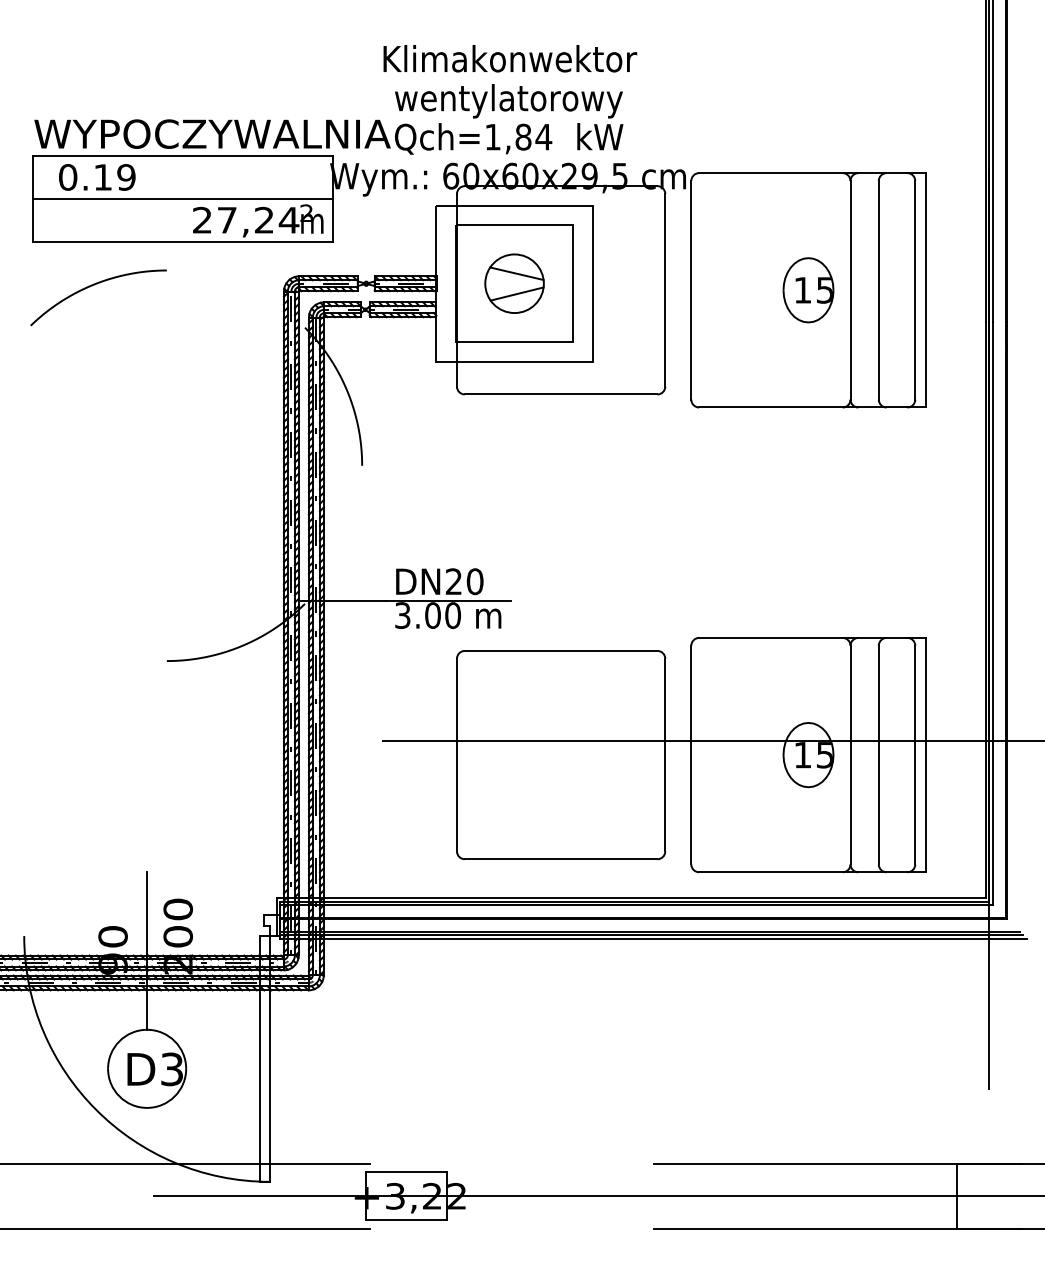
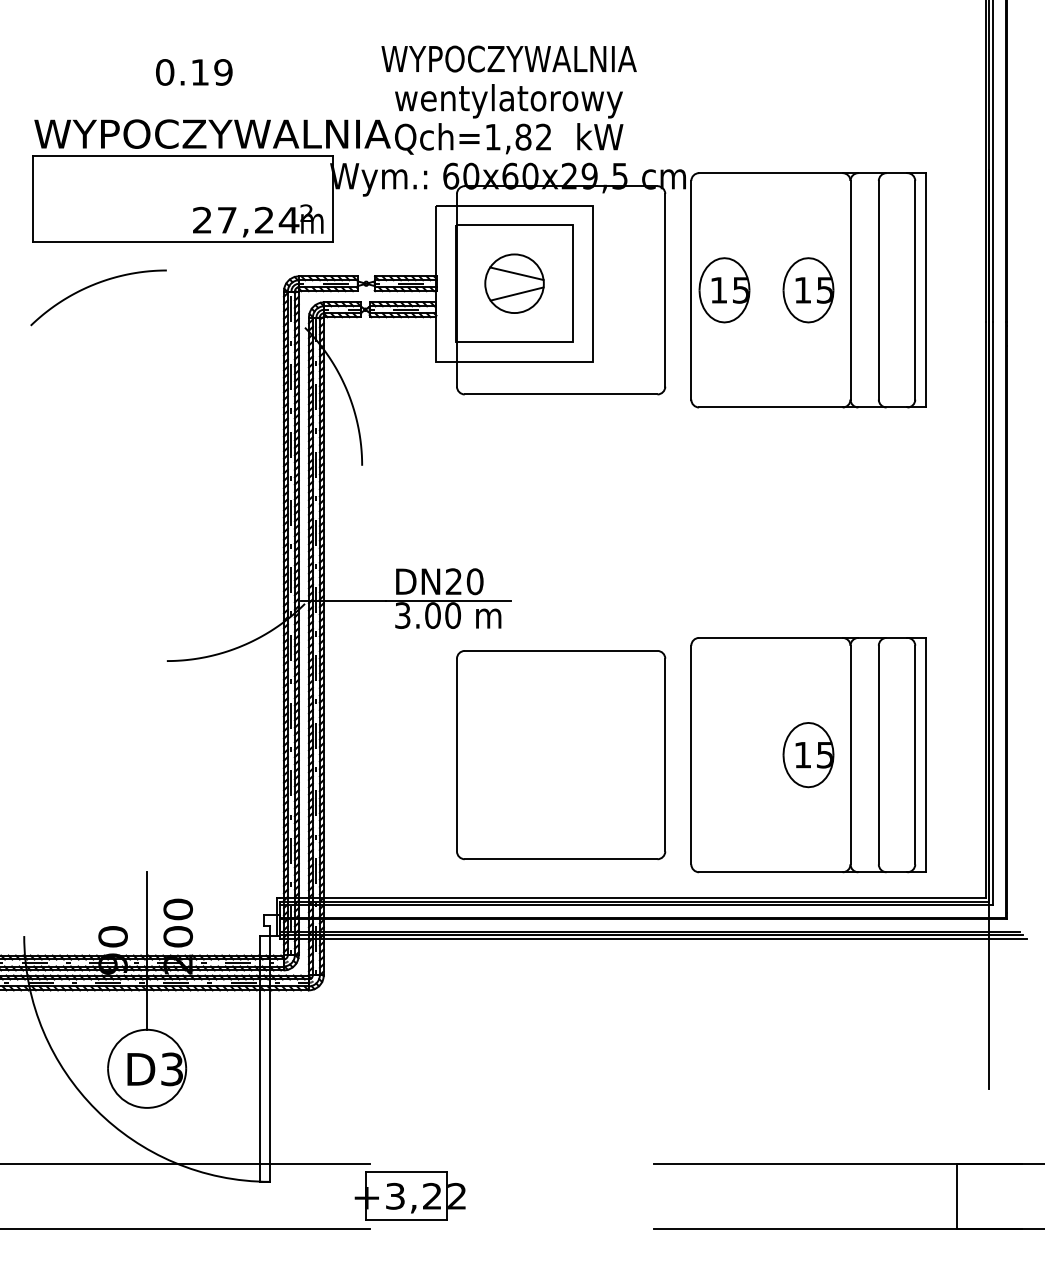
text at (509, 58): Klimakonwektor -> WYPOCZYWALNIA
text at (543, 136): Qch=1,84 -> Qch=1,82
text at (97, 177) position: (97, 177) -> (194, 72)
line at (182, 199): present -> none
part at (724, 290): none -> present
line at (712, 741): present -> none
line at (597, 1196): present -> none
